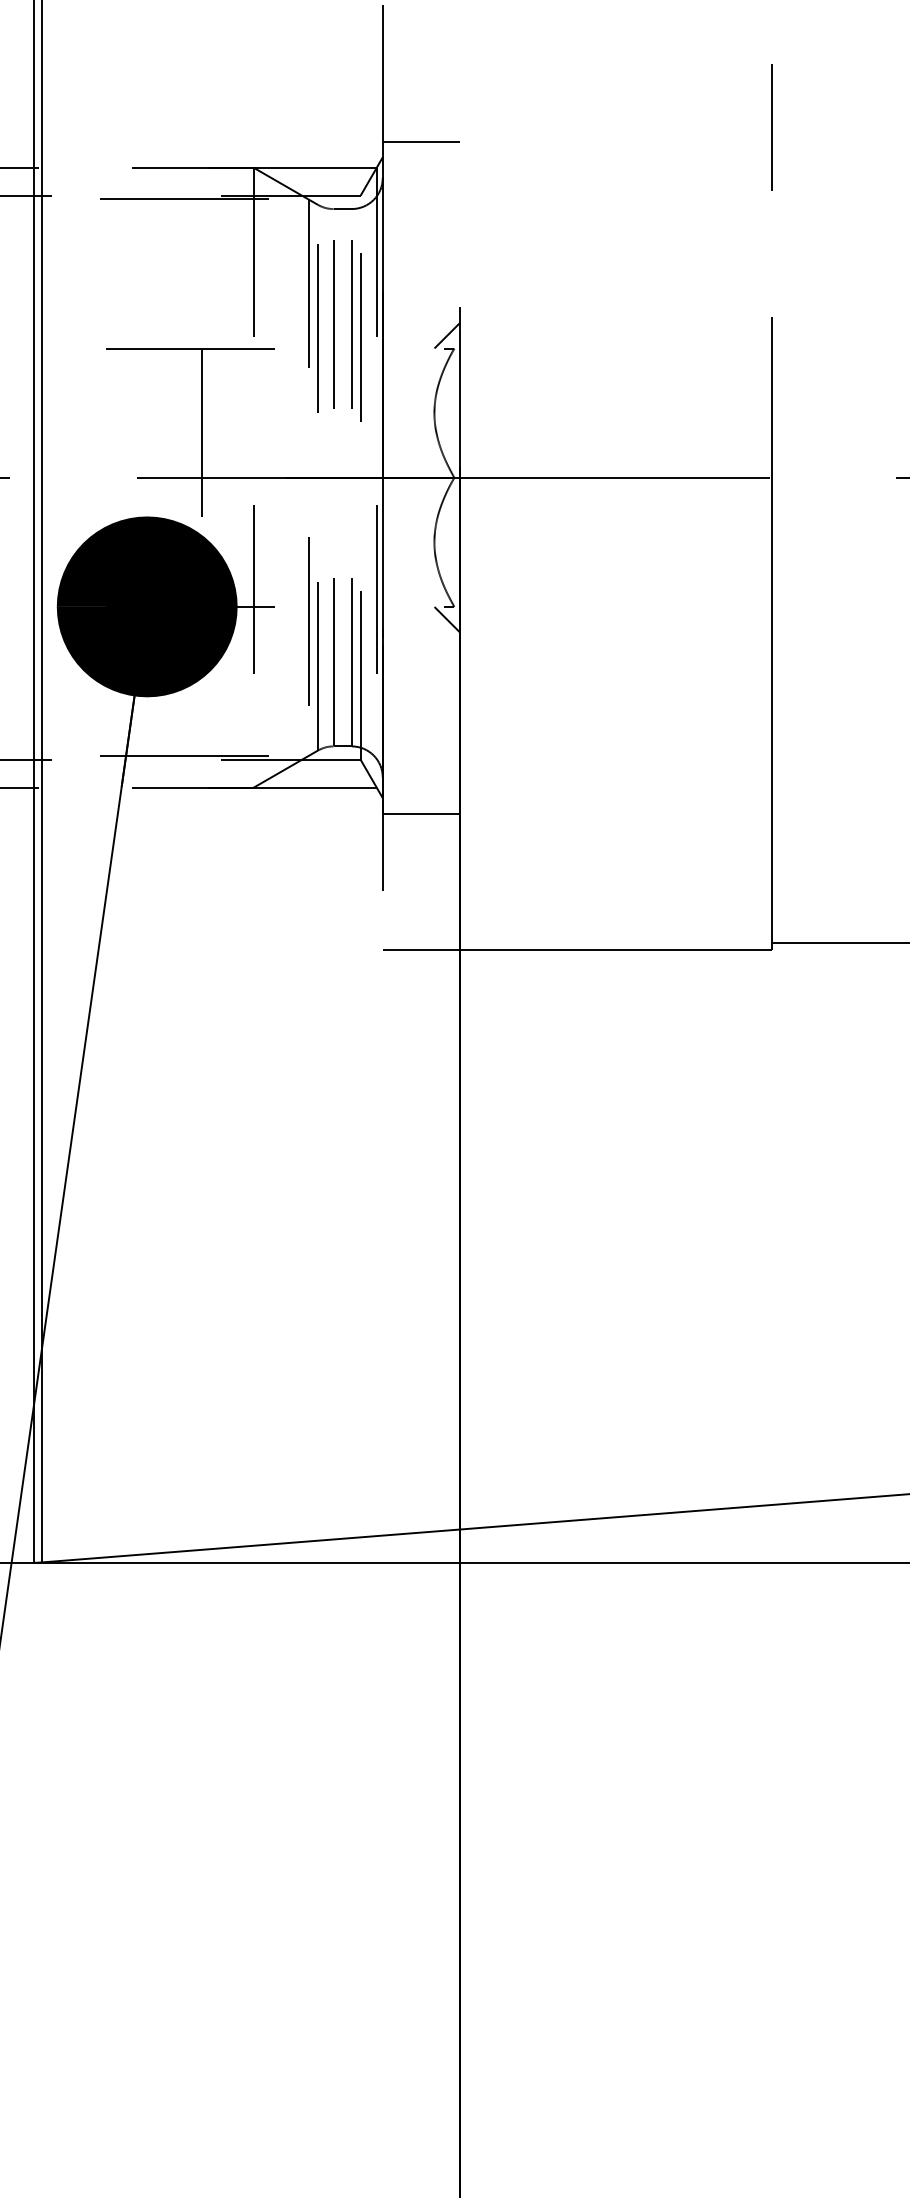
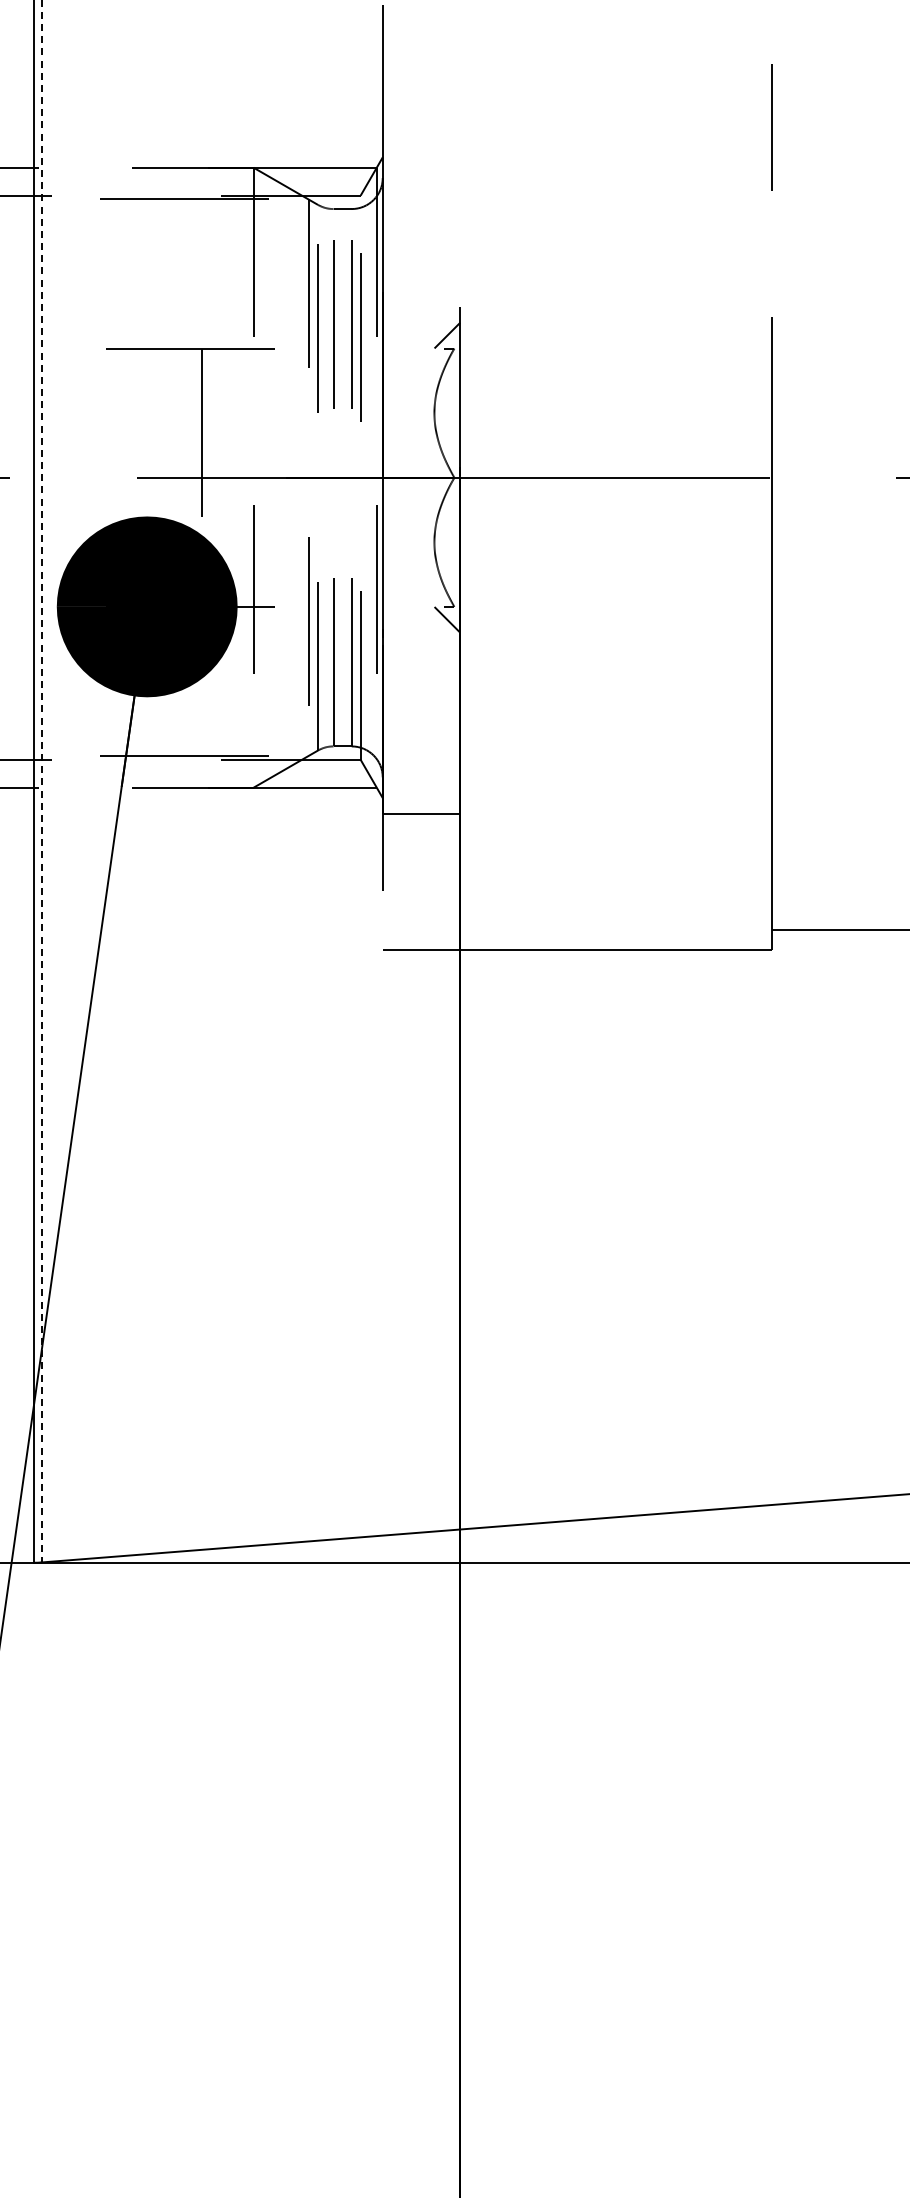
line at (421, 141): present -> none
line at (41, 781): solid -> dashed
line at (838, 942) position: (838, 942) -> (838, 929)
